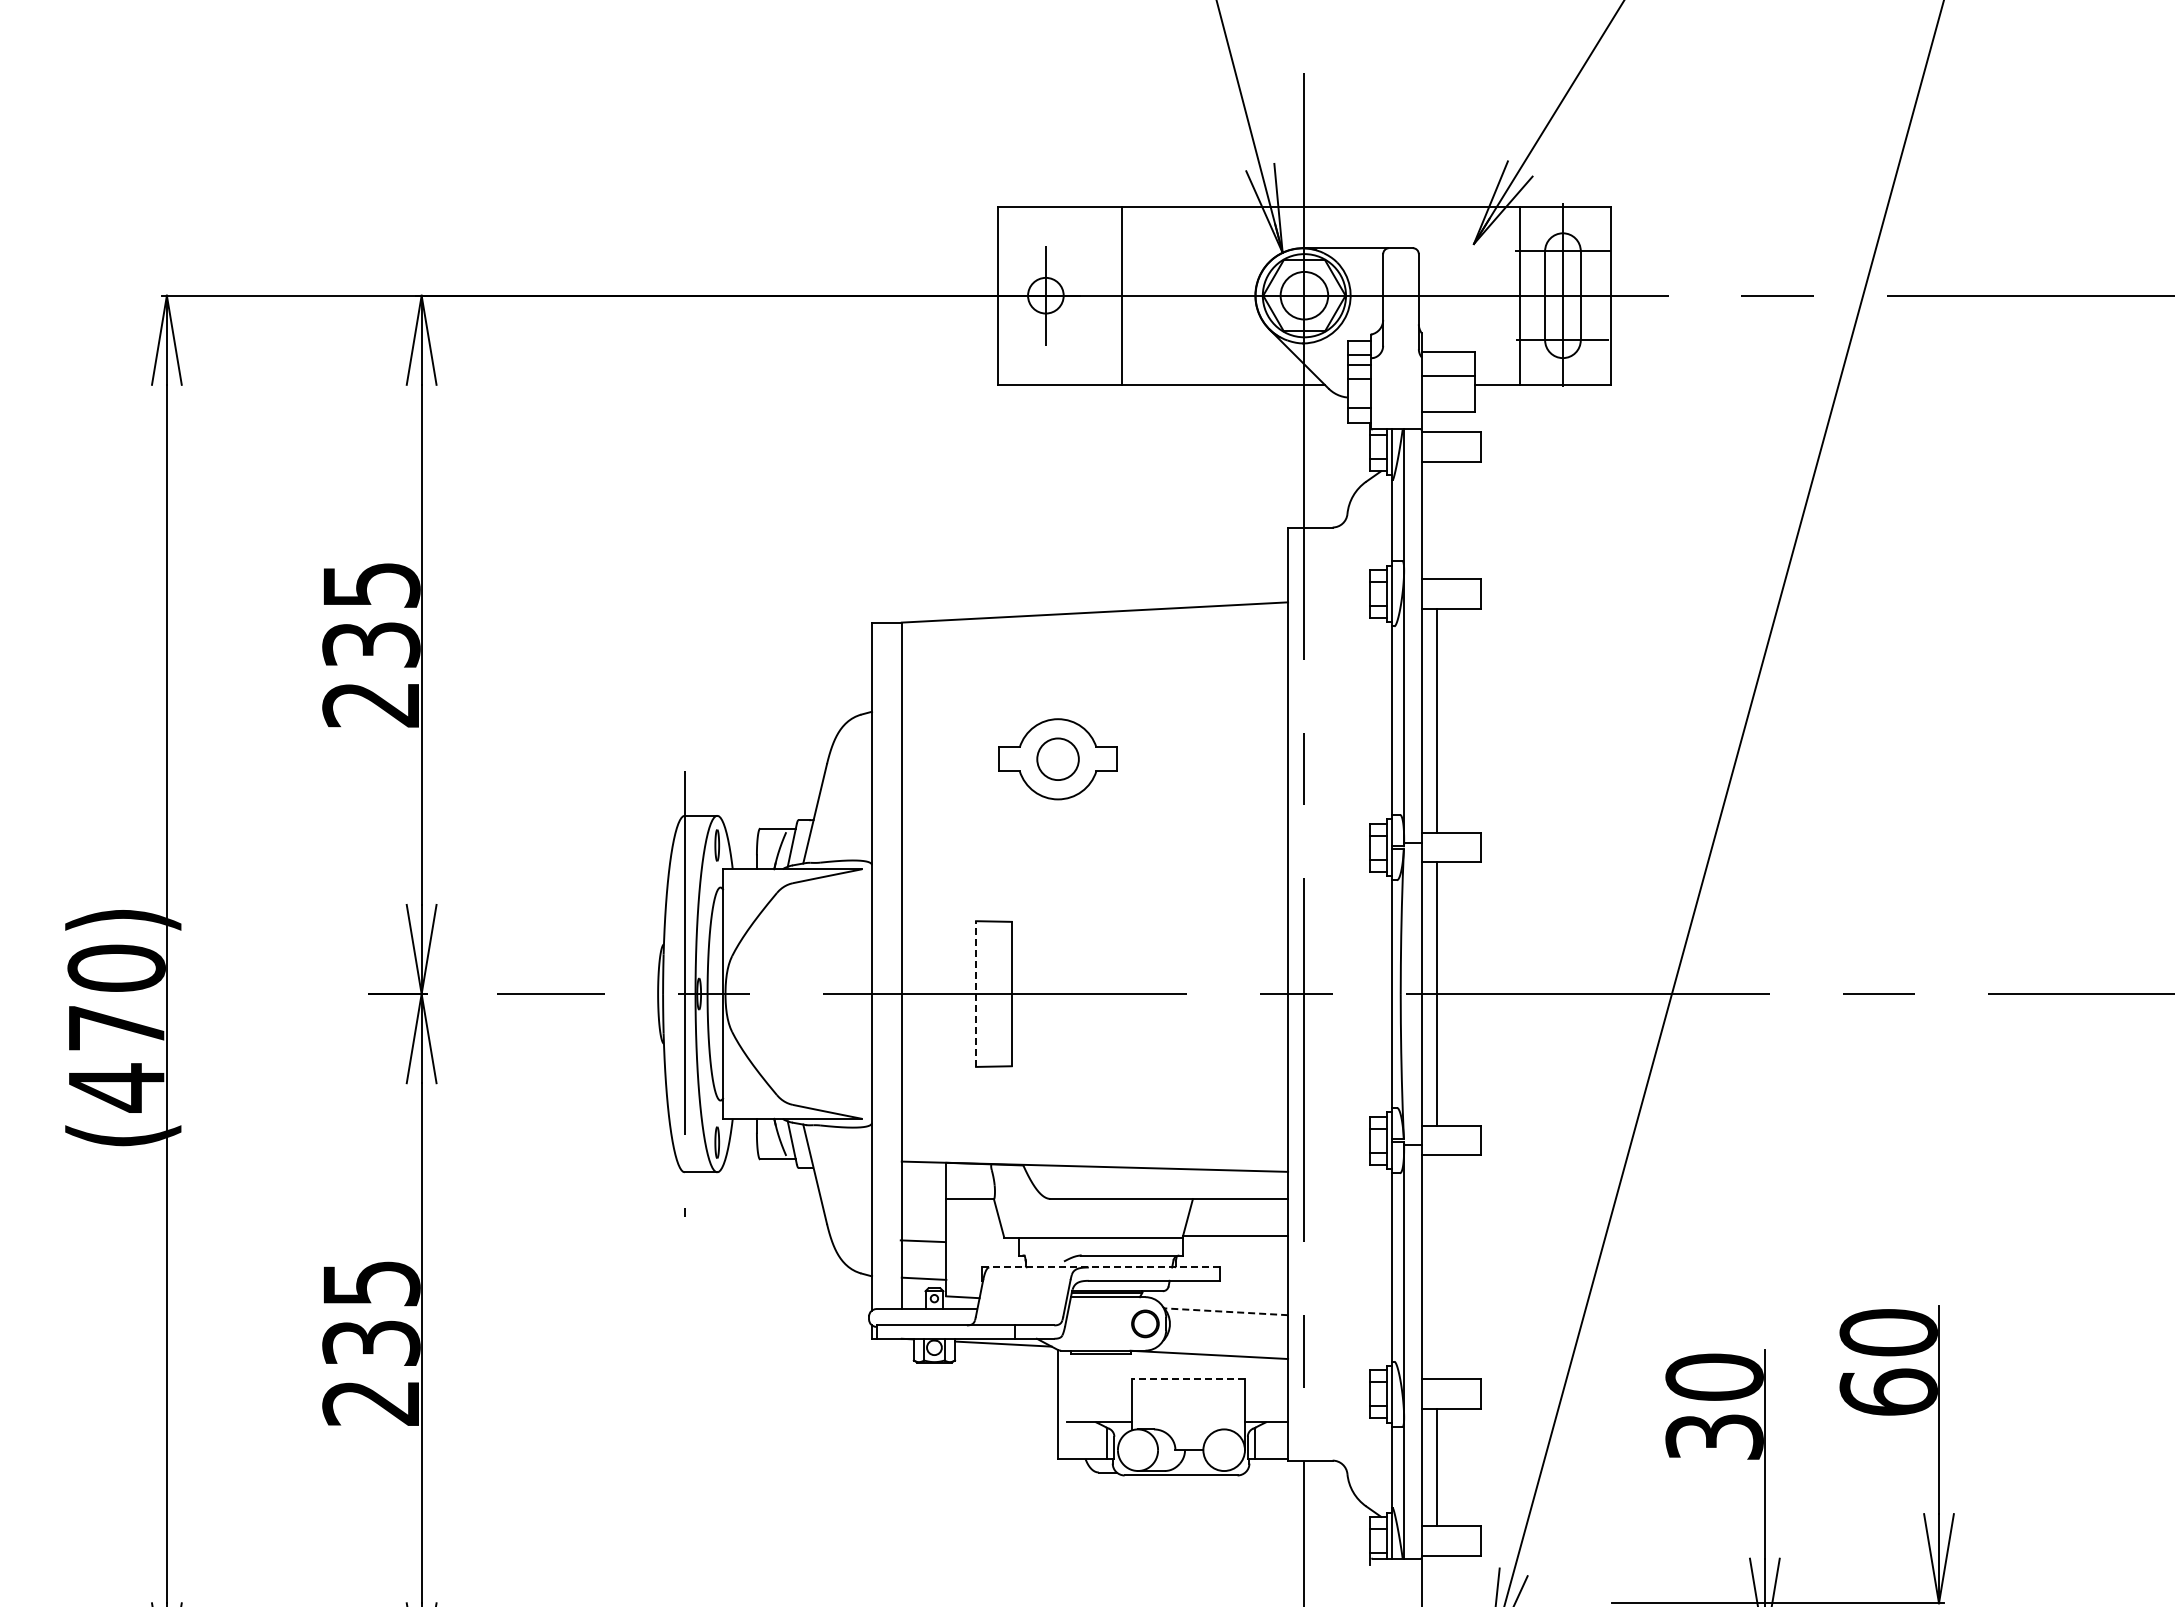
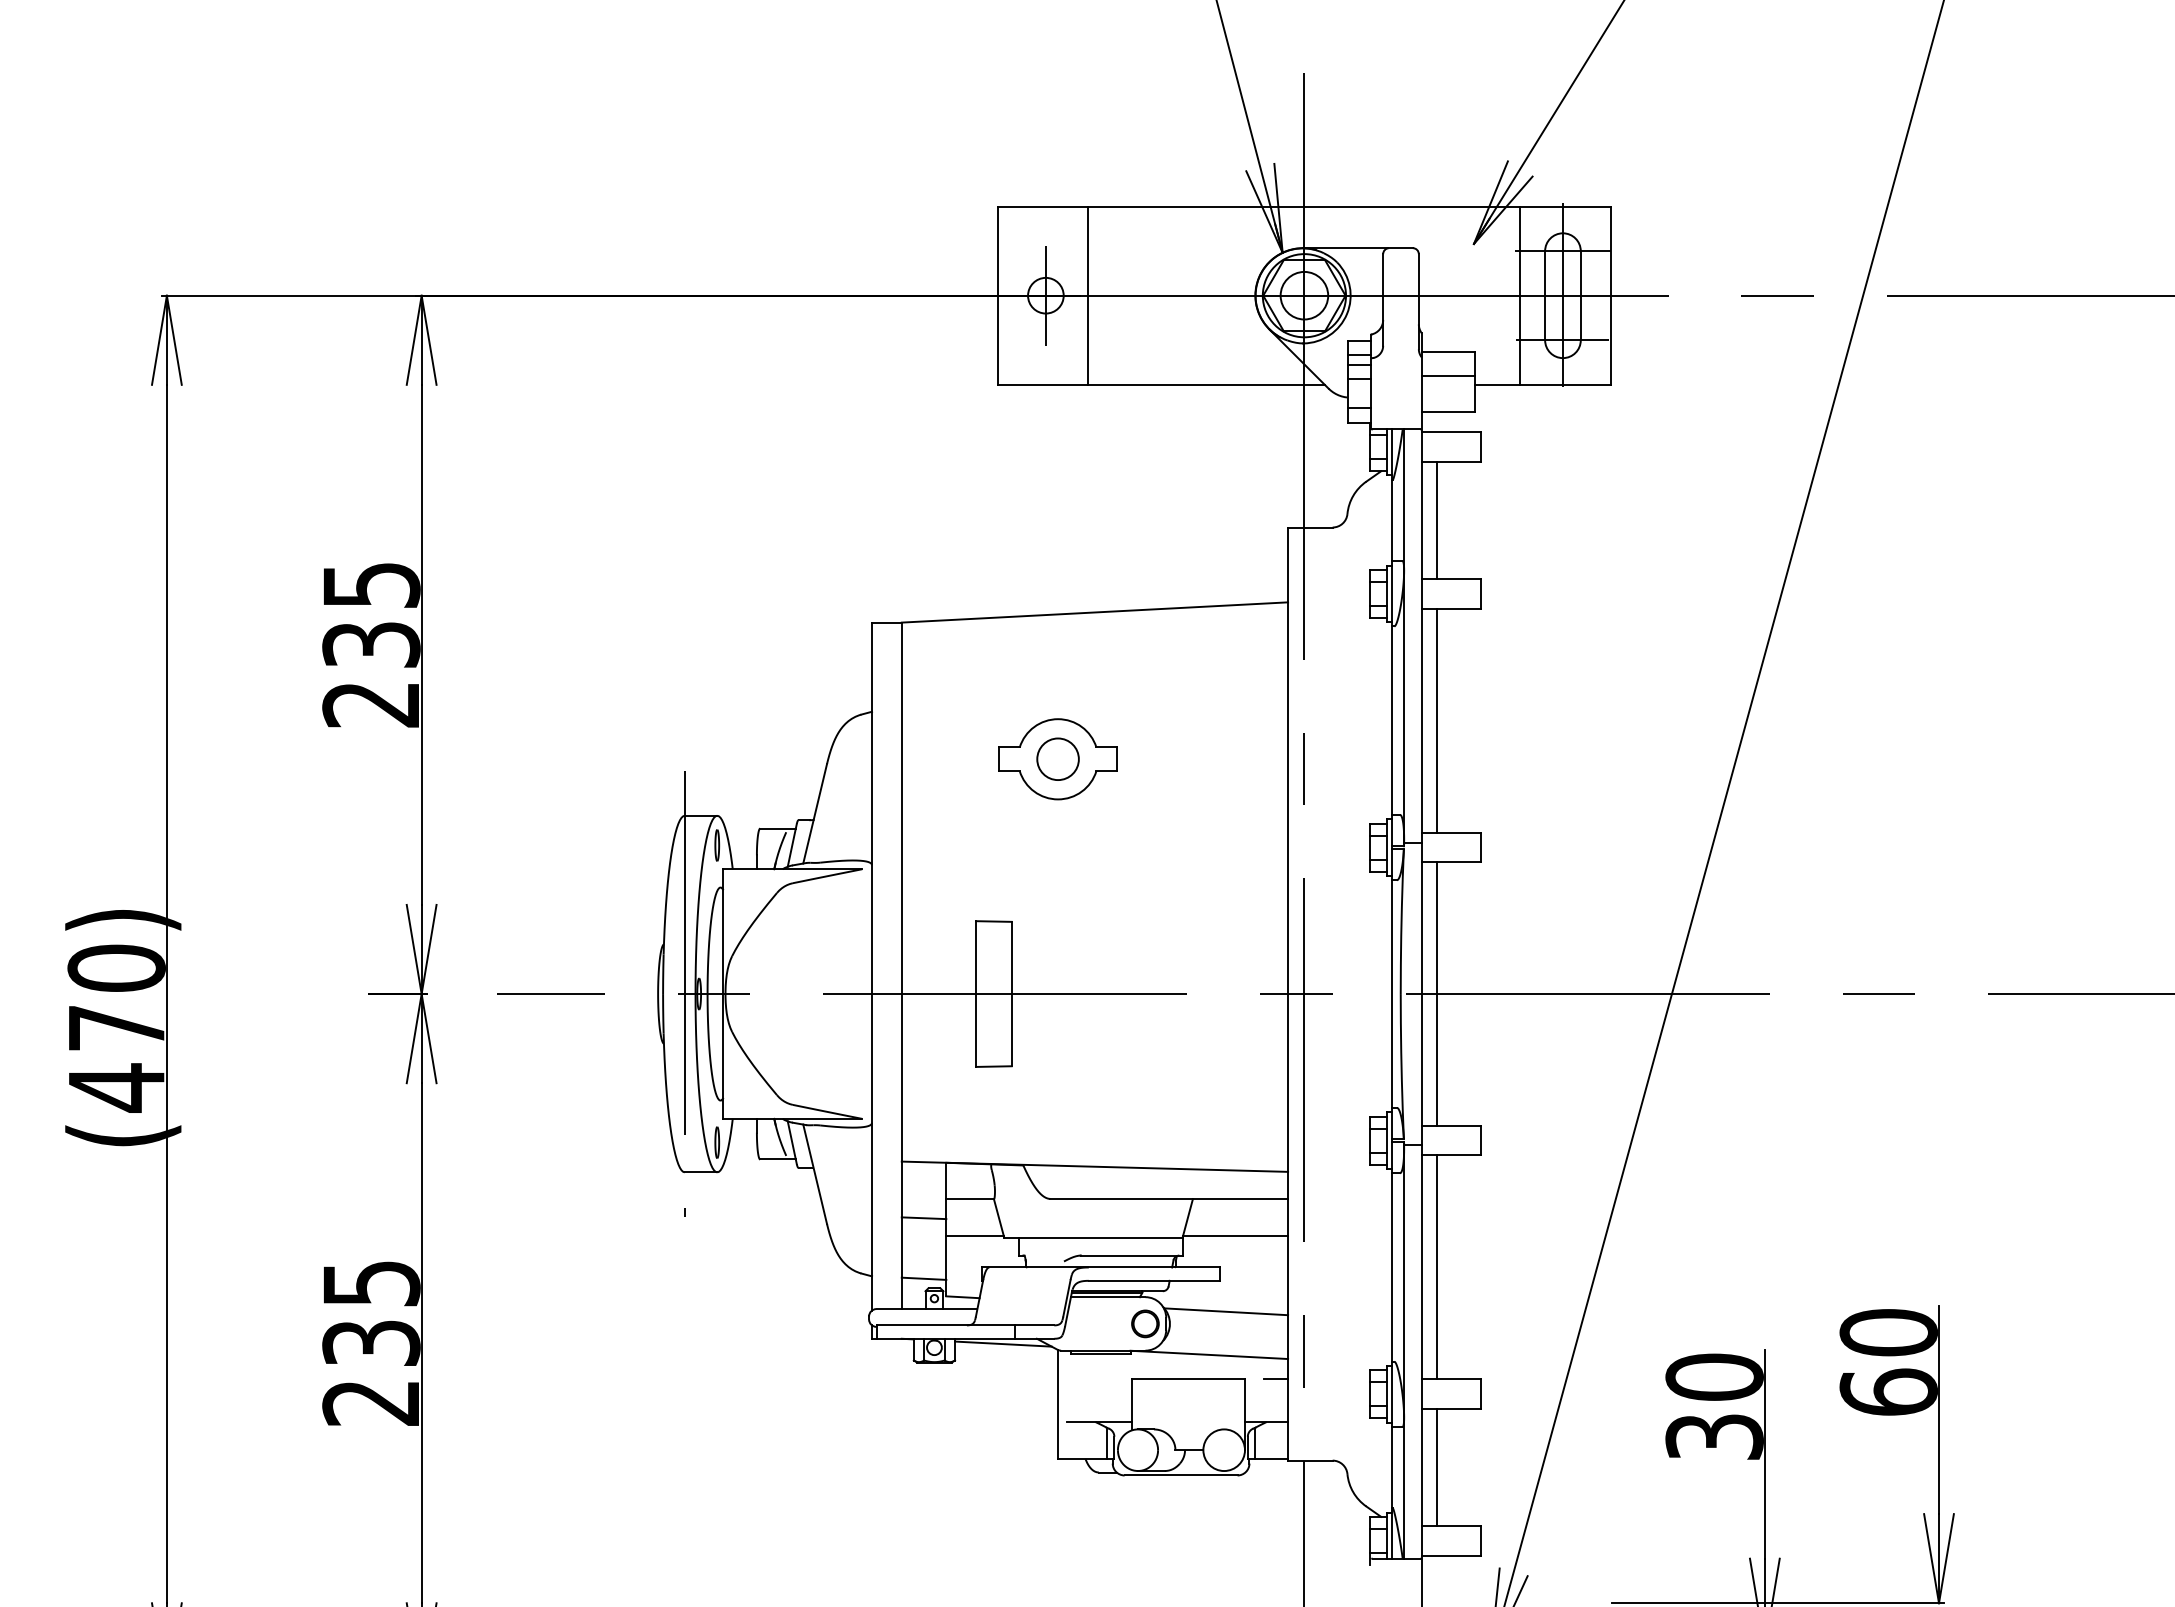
line at (1122, 295) position: (1122, 295) -> (1088, 295)
line at (1436, 520): none -> present
line at (976, 994): dashed -> solid
line at (974, 1235): none -> present
line at (922, 1241) position: (922, 1241) -> (923, 1218)
line at (1100, 1267): dashed -> solid
line at (1436, 1267): none -> present
line at (1226, 1311): dashed -> solid
line at (1188, 1378): dashed -> solid
line at (1275, 1378): none -> present
